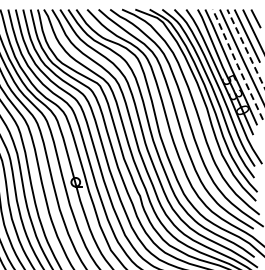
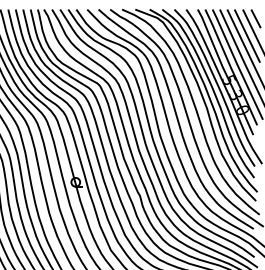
line at (245, 48): dashed -> solid
line at (237, 64): dashed -> solid
